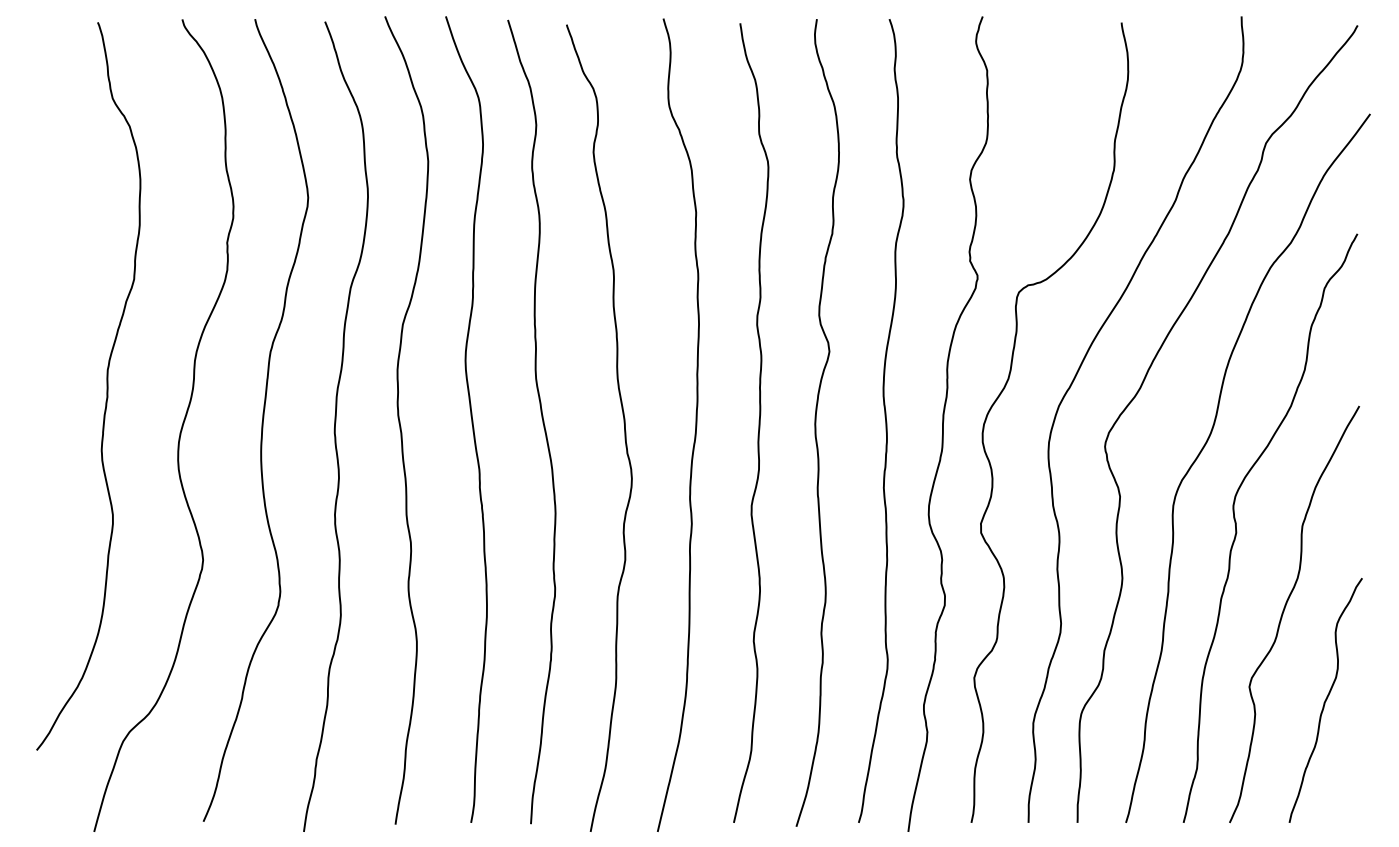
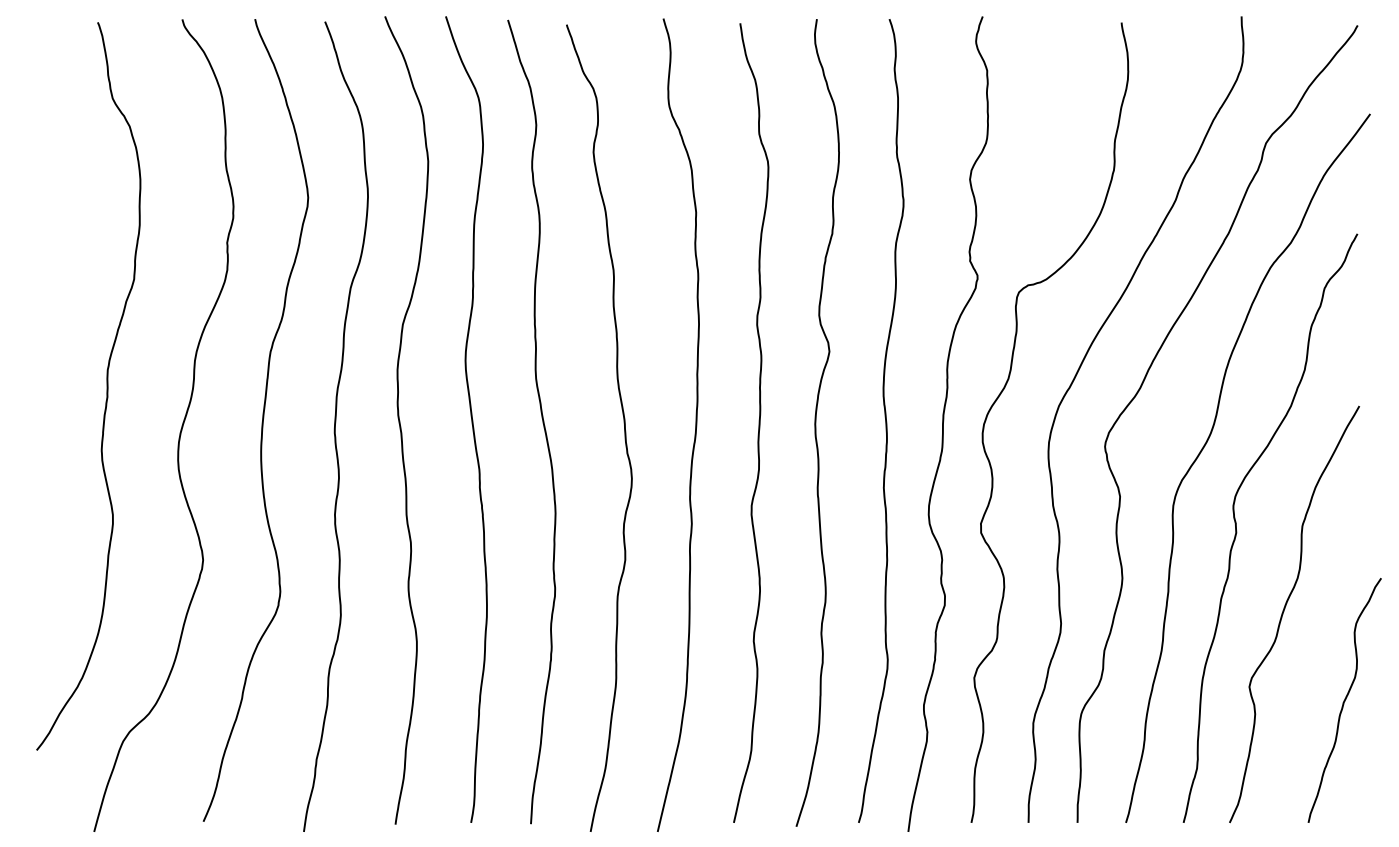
curve at (1325, 700) position: (1325, 700) -> (1344, 700)
